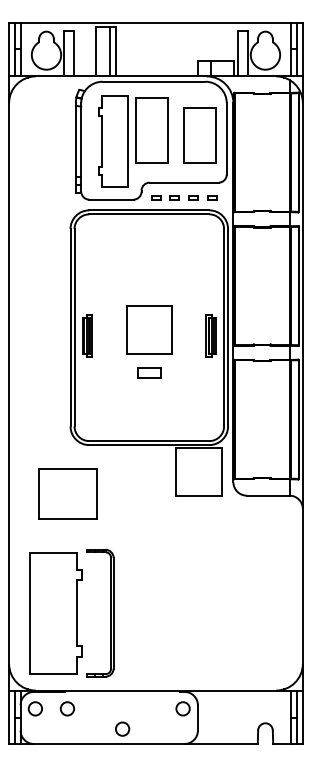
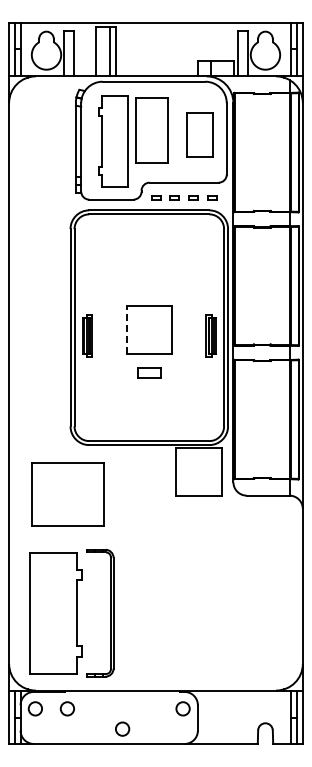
part at (199, 135) size: 34x57 px -> 28x46 px
line at (126, 330): solid -> dashed
part at (67, 493) size: 60x52 px -> 74x65 px
